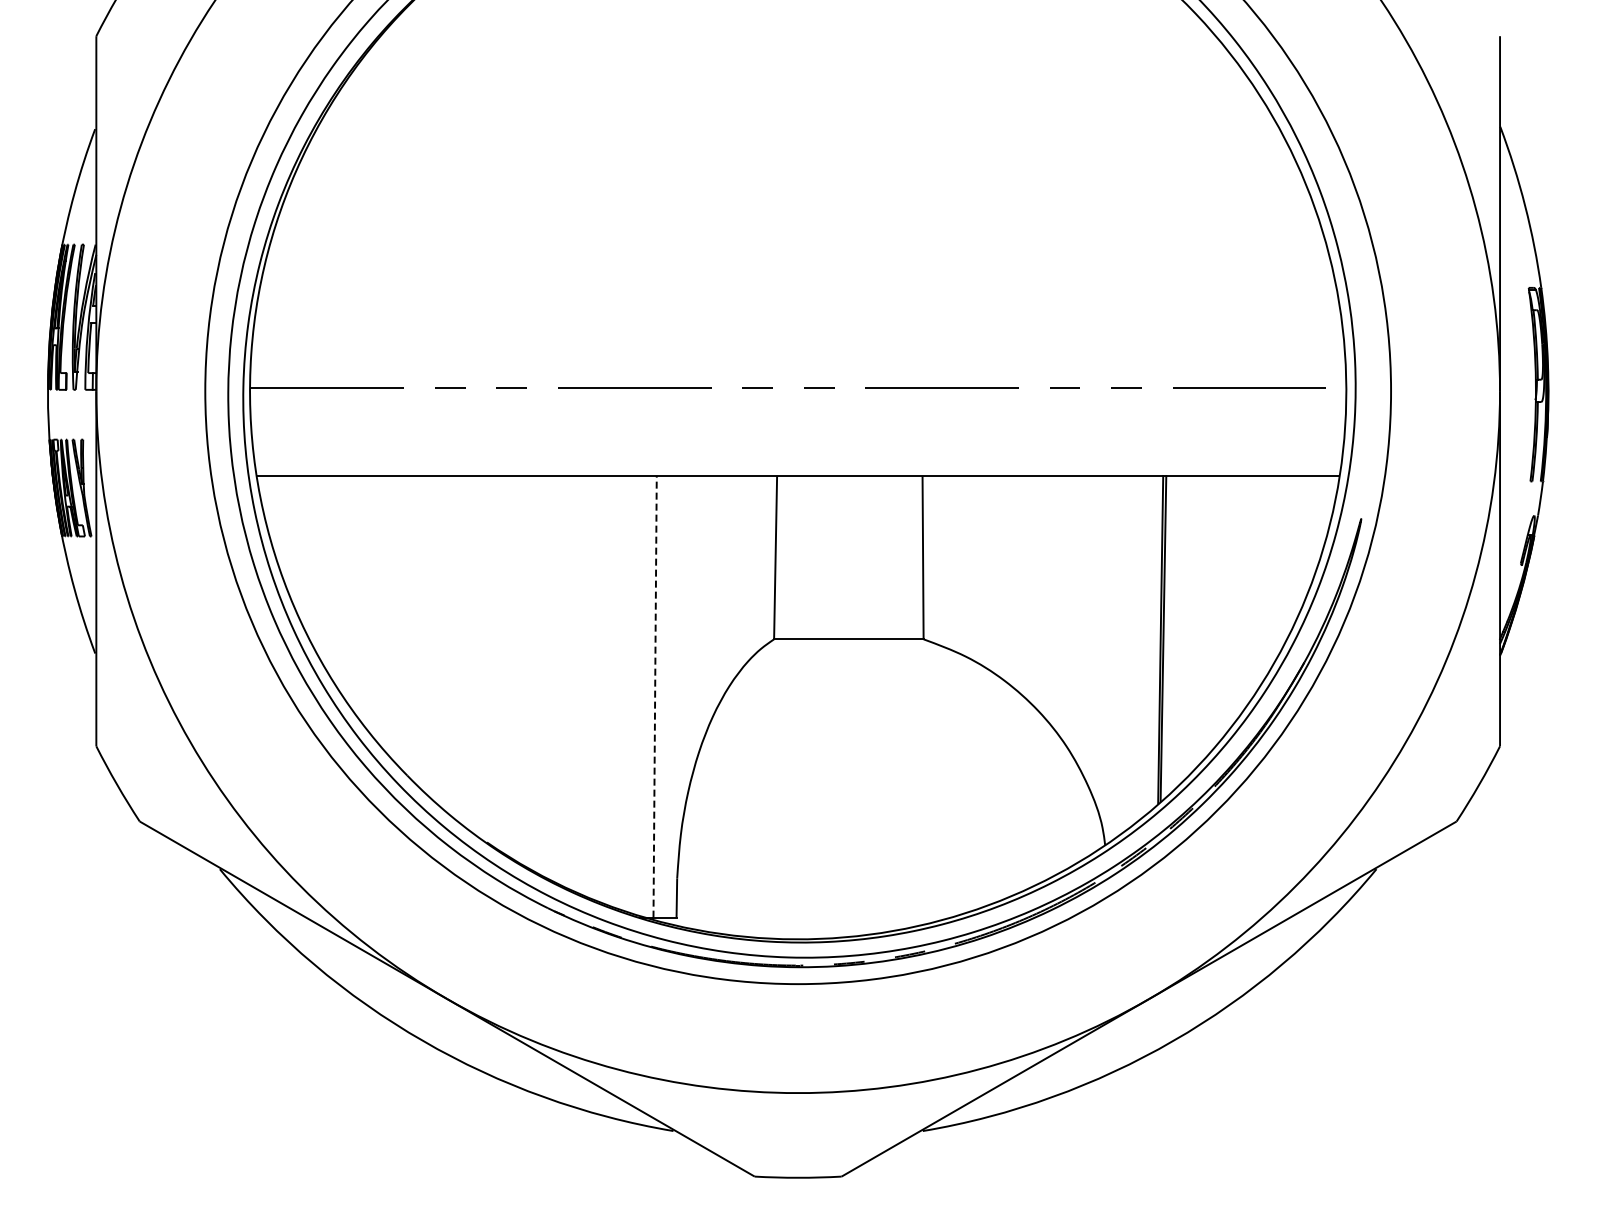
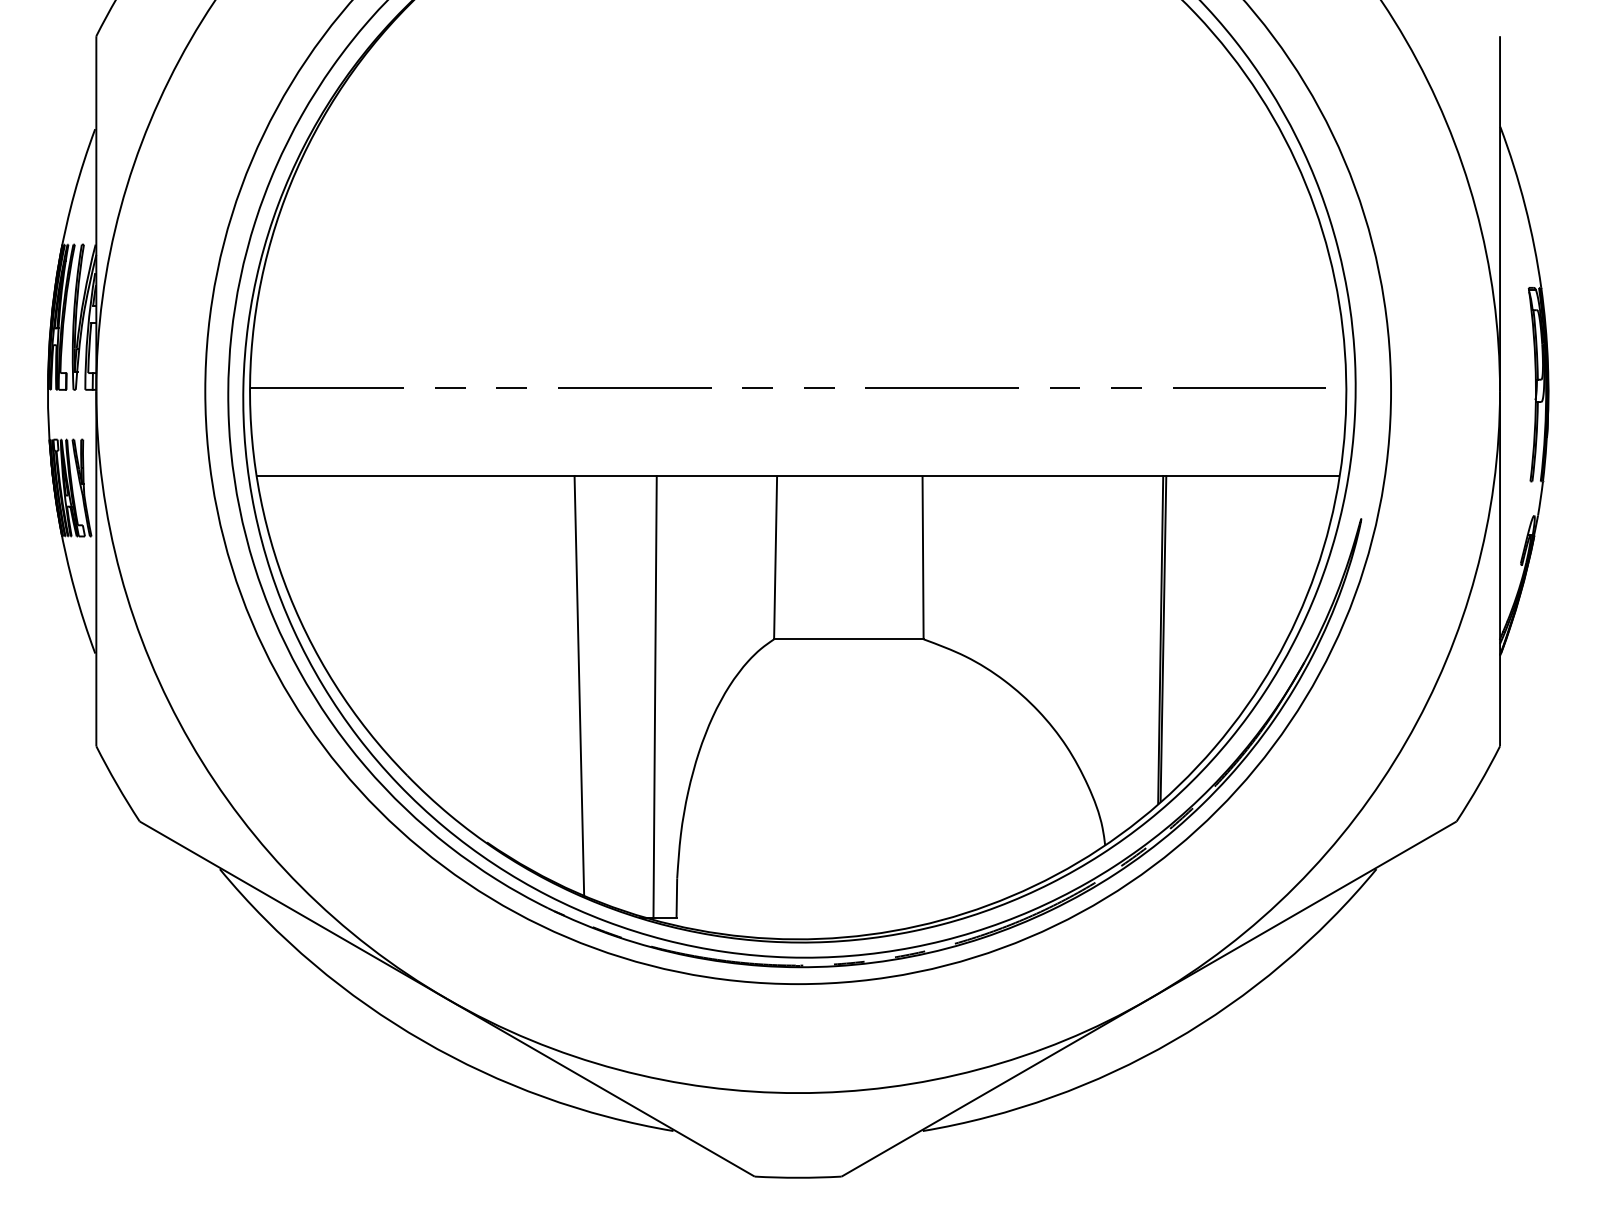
line at (579, 685): none -> present
line at (655, 696): dashed -> solid
